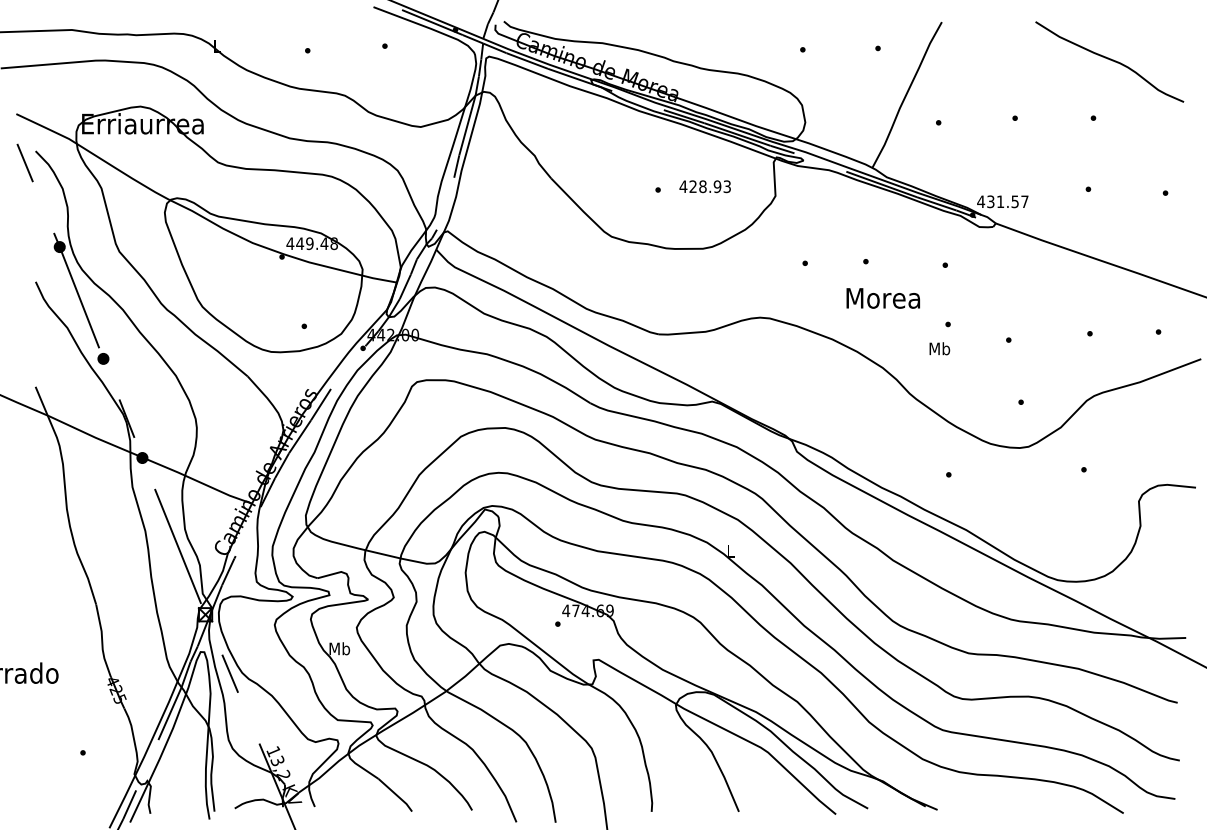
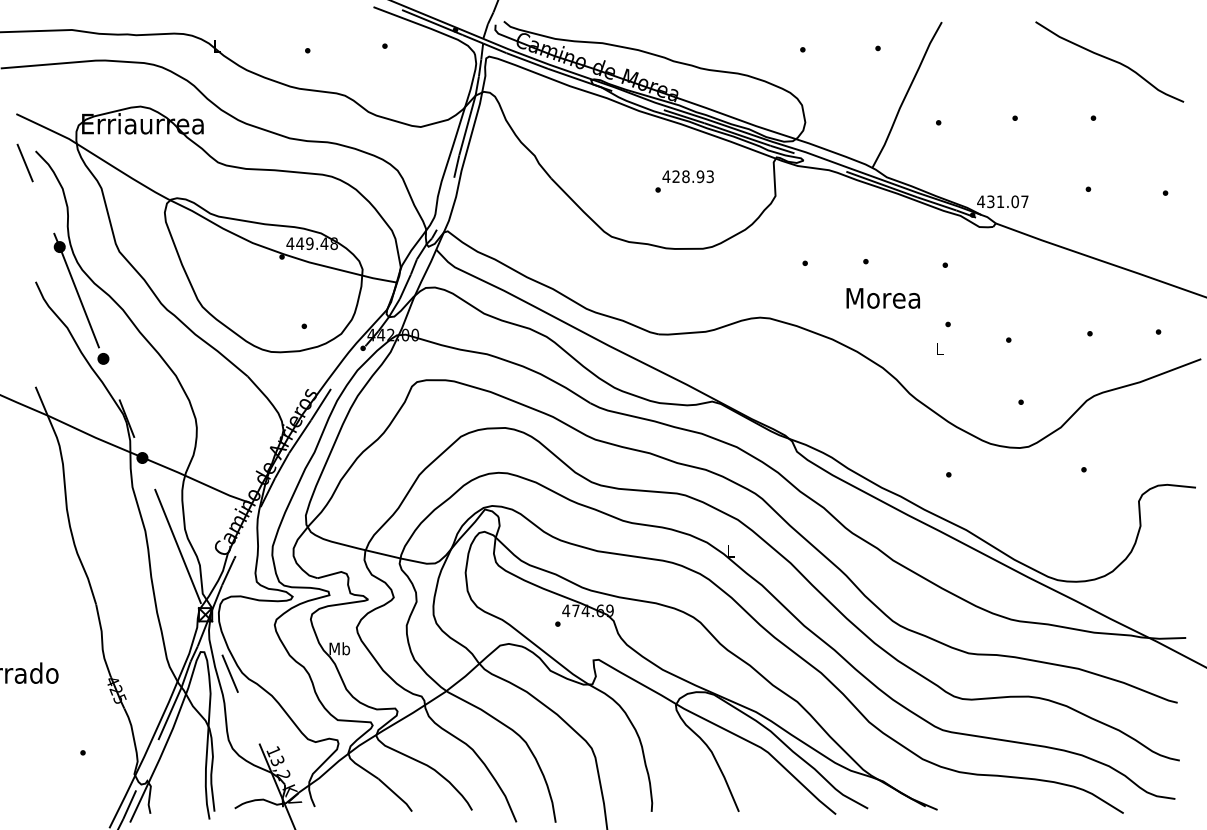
text at (704, 186) position: (704, 186) -> (687, 176)
text at (1014, 201): 431.57 -> 431.07
text at (939, 348): Mb -> L
